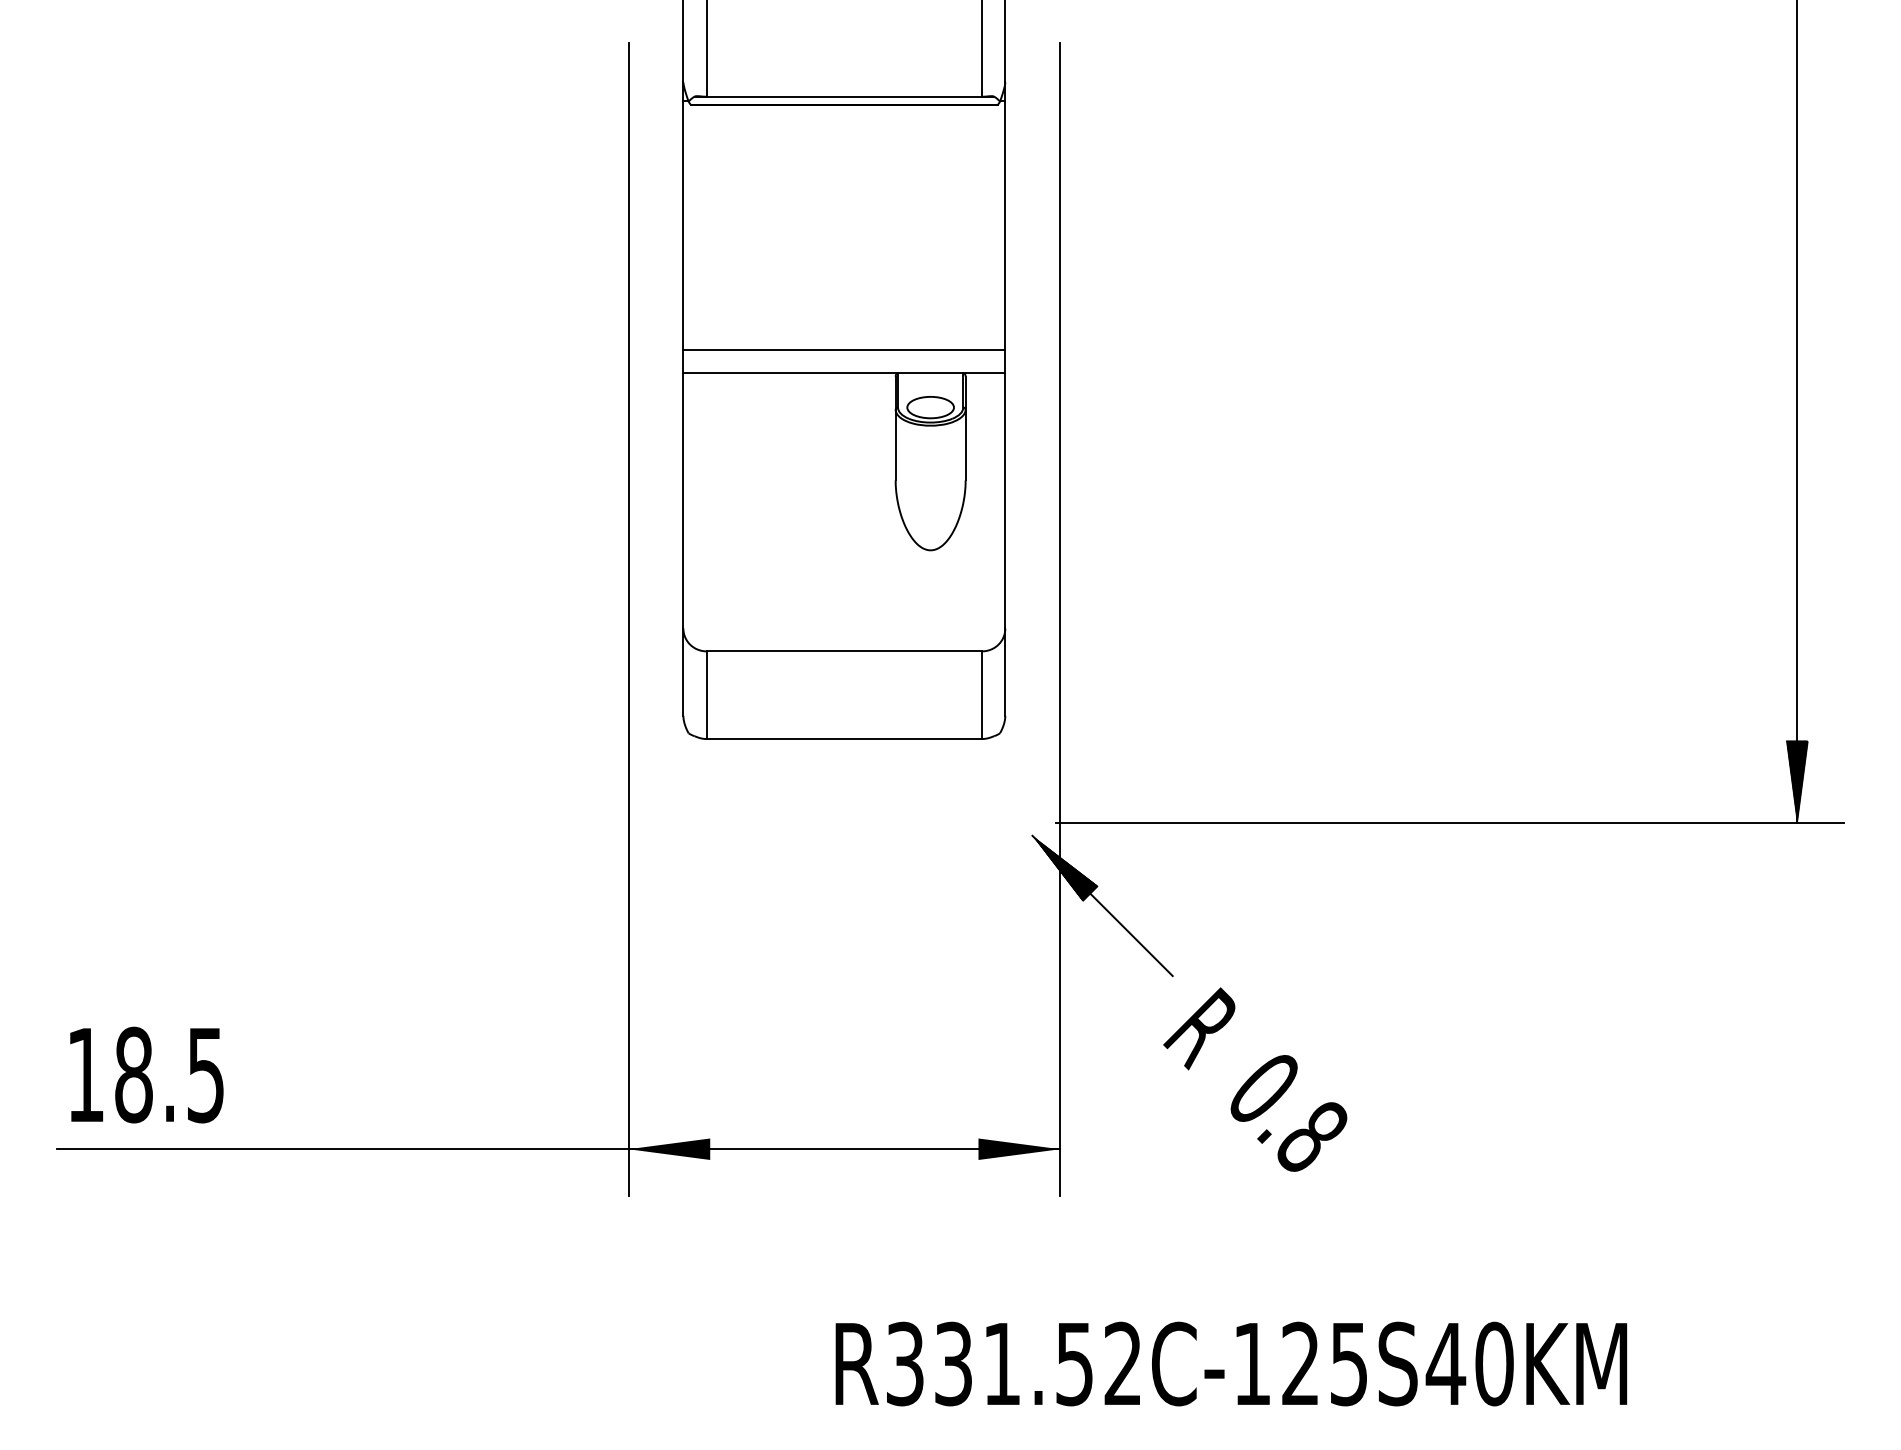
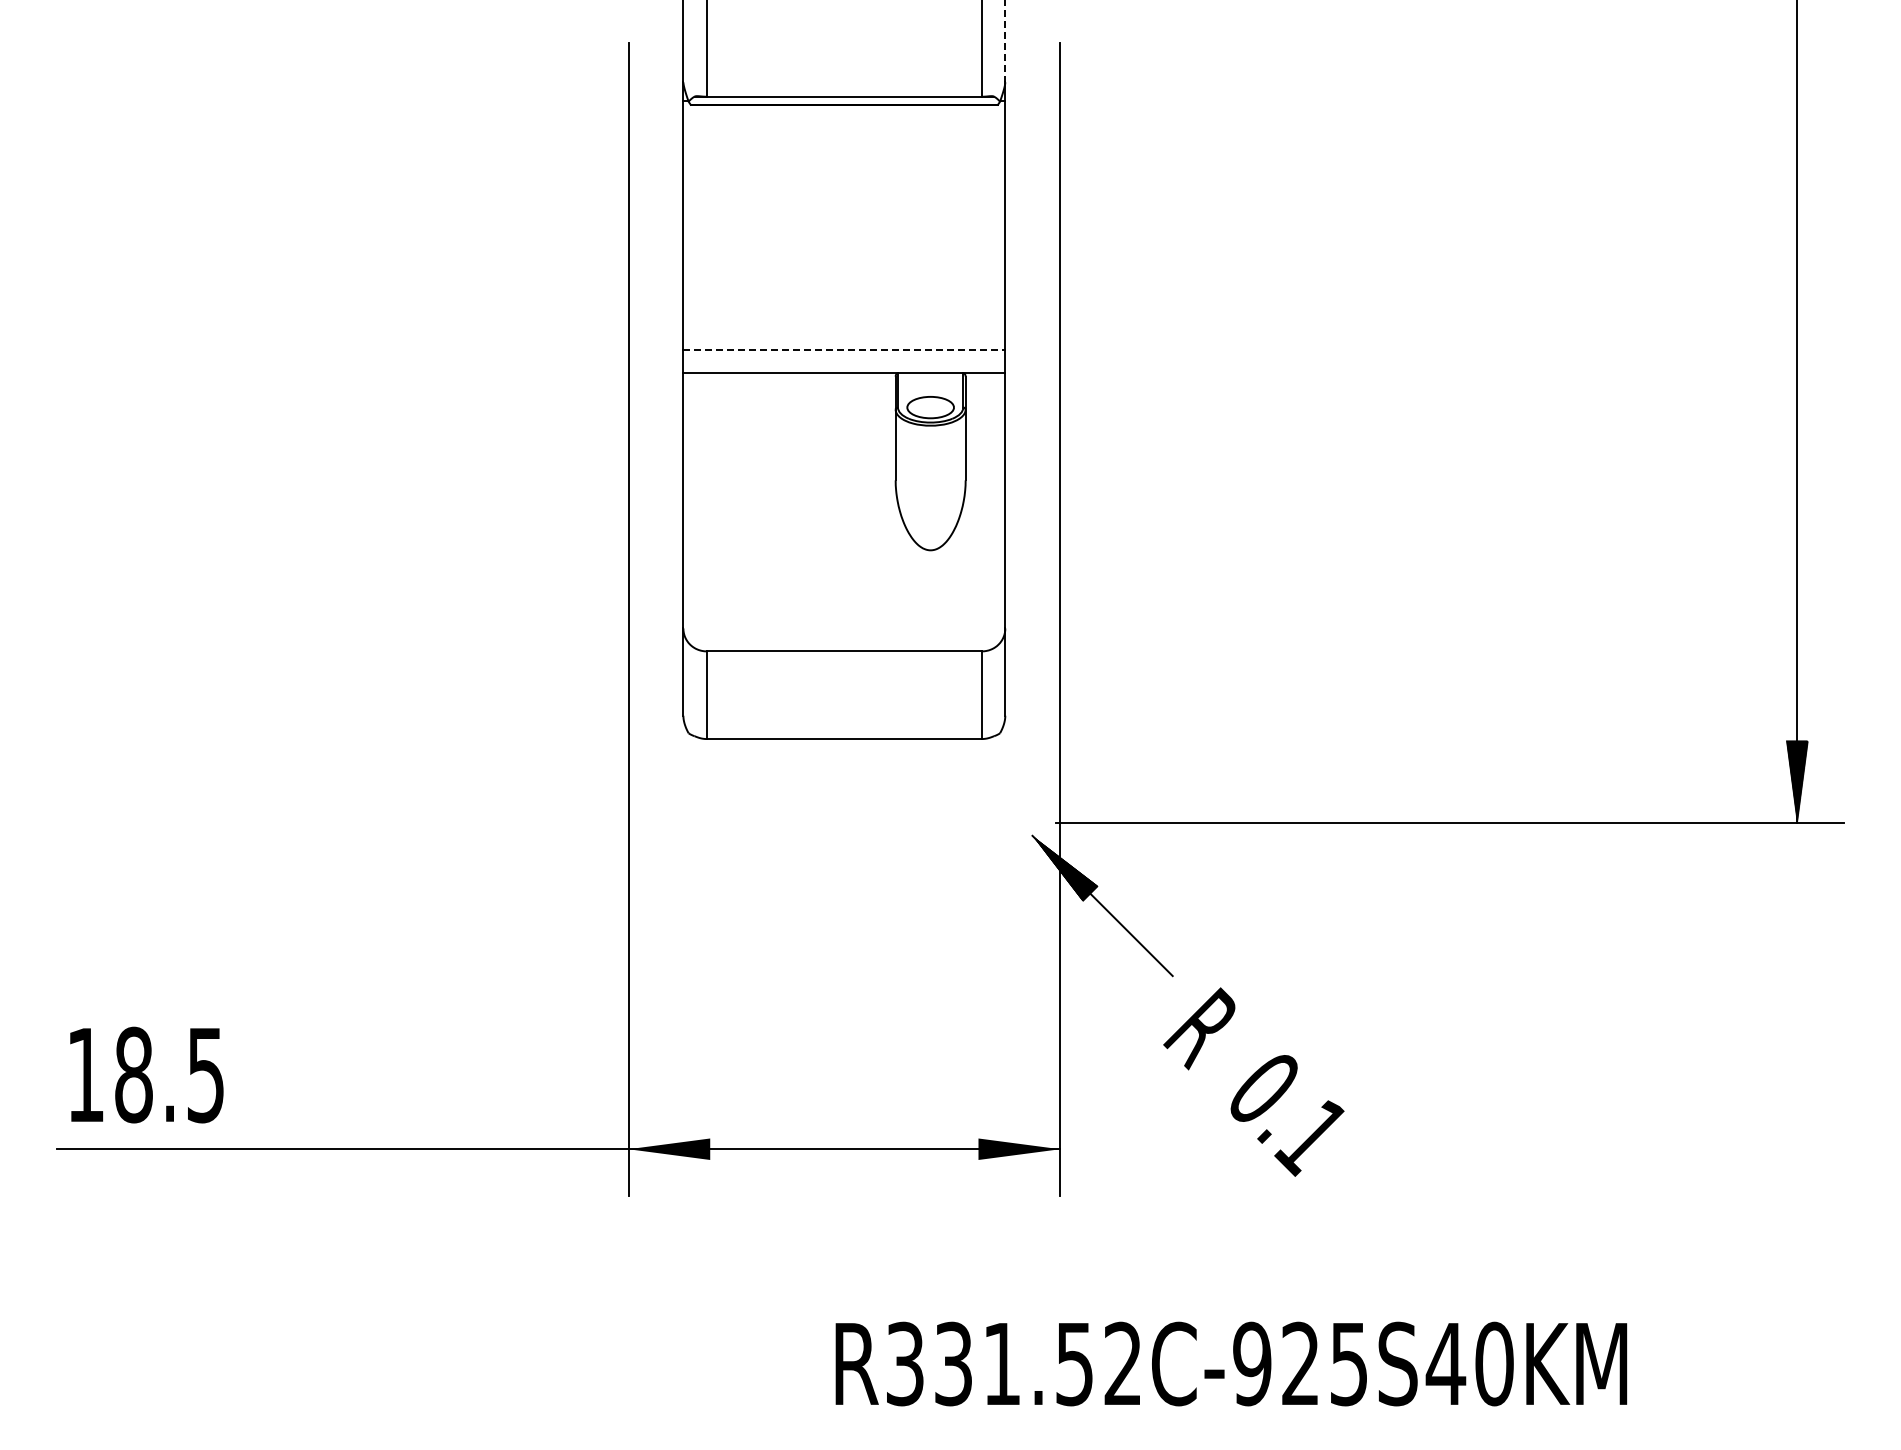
line at (1005, 41): solid -> dashed
line at (844, 350): solid -> dashed
text at (1310, 1138): 0.8 -> 0.1
text at (1252, 1363): R331.52C-125S40KM -> R331.52C-925S40KM
